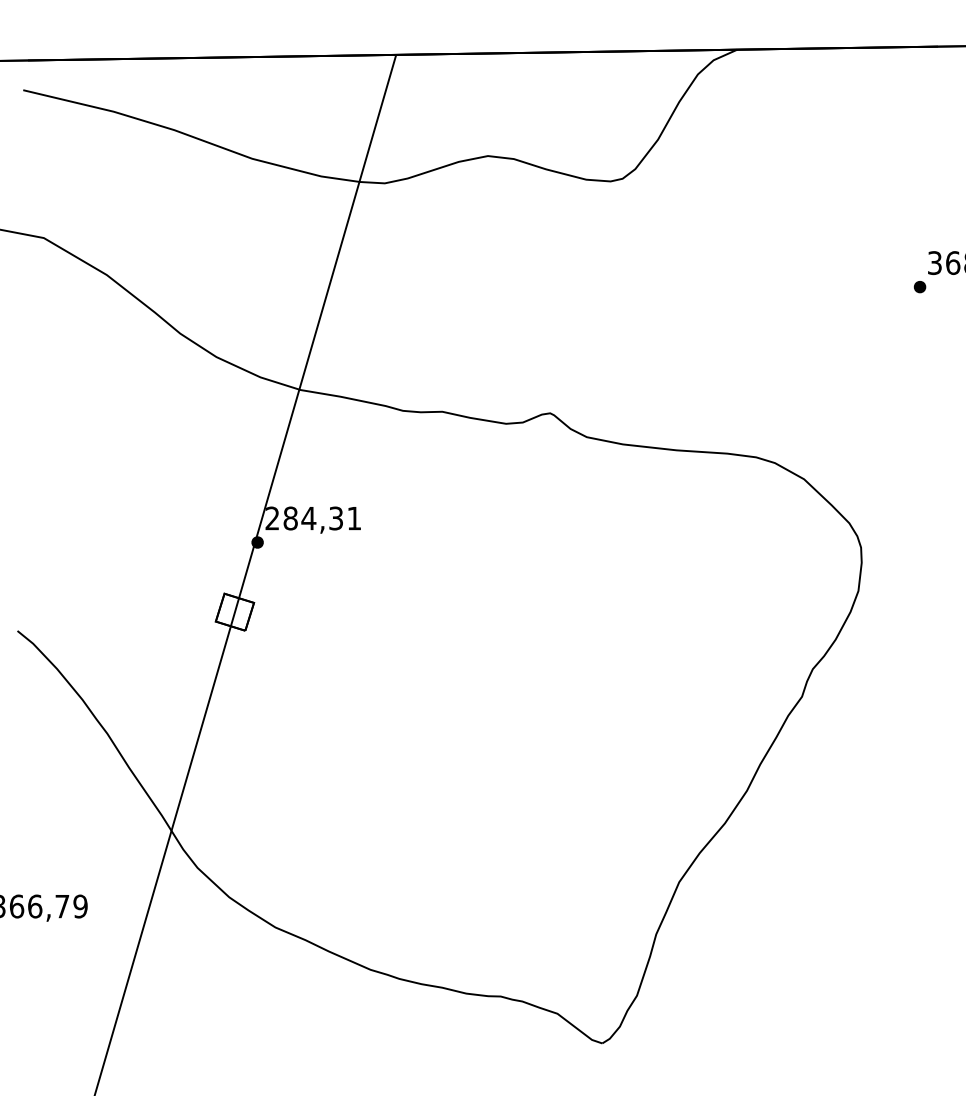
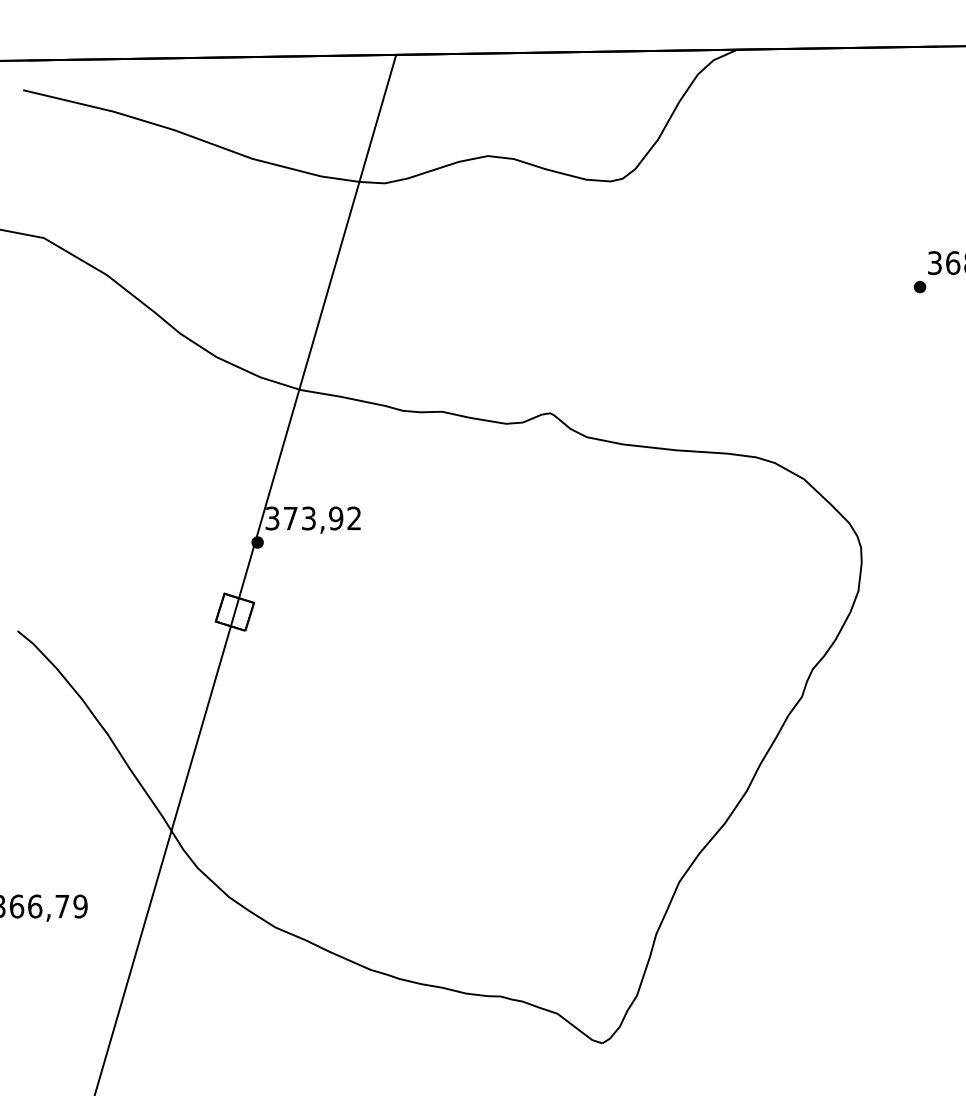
text at (312, 518): 284,31 -> 373,92
